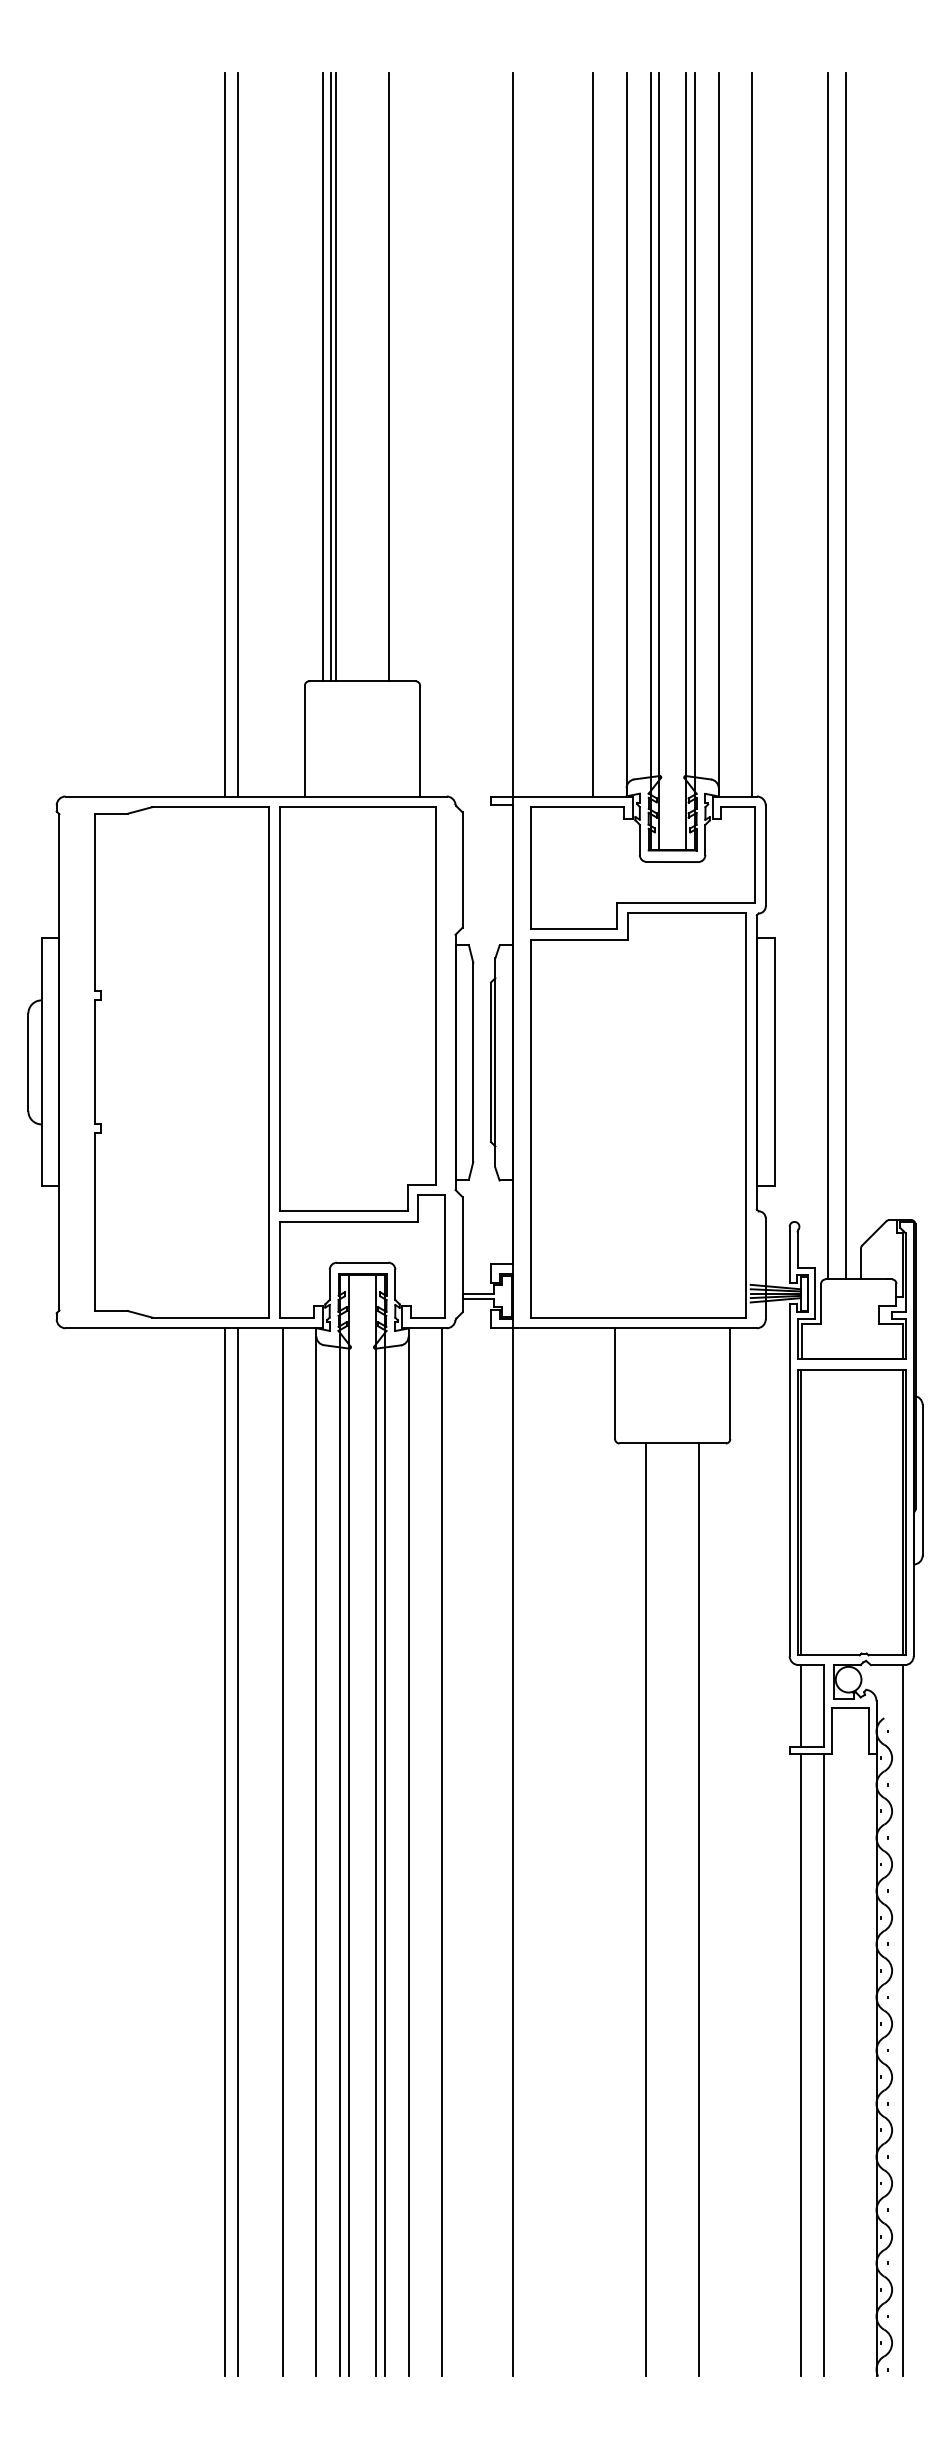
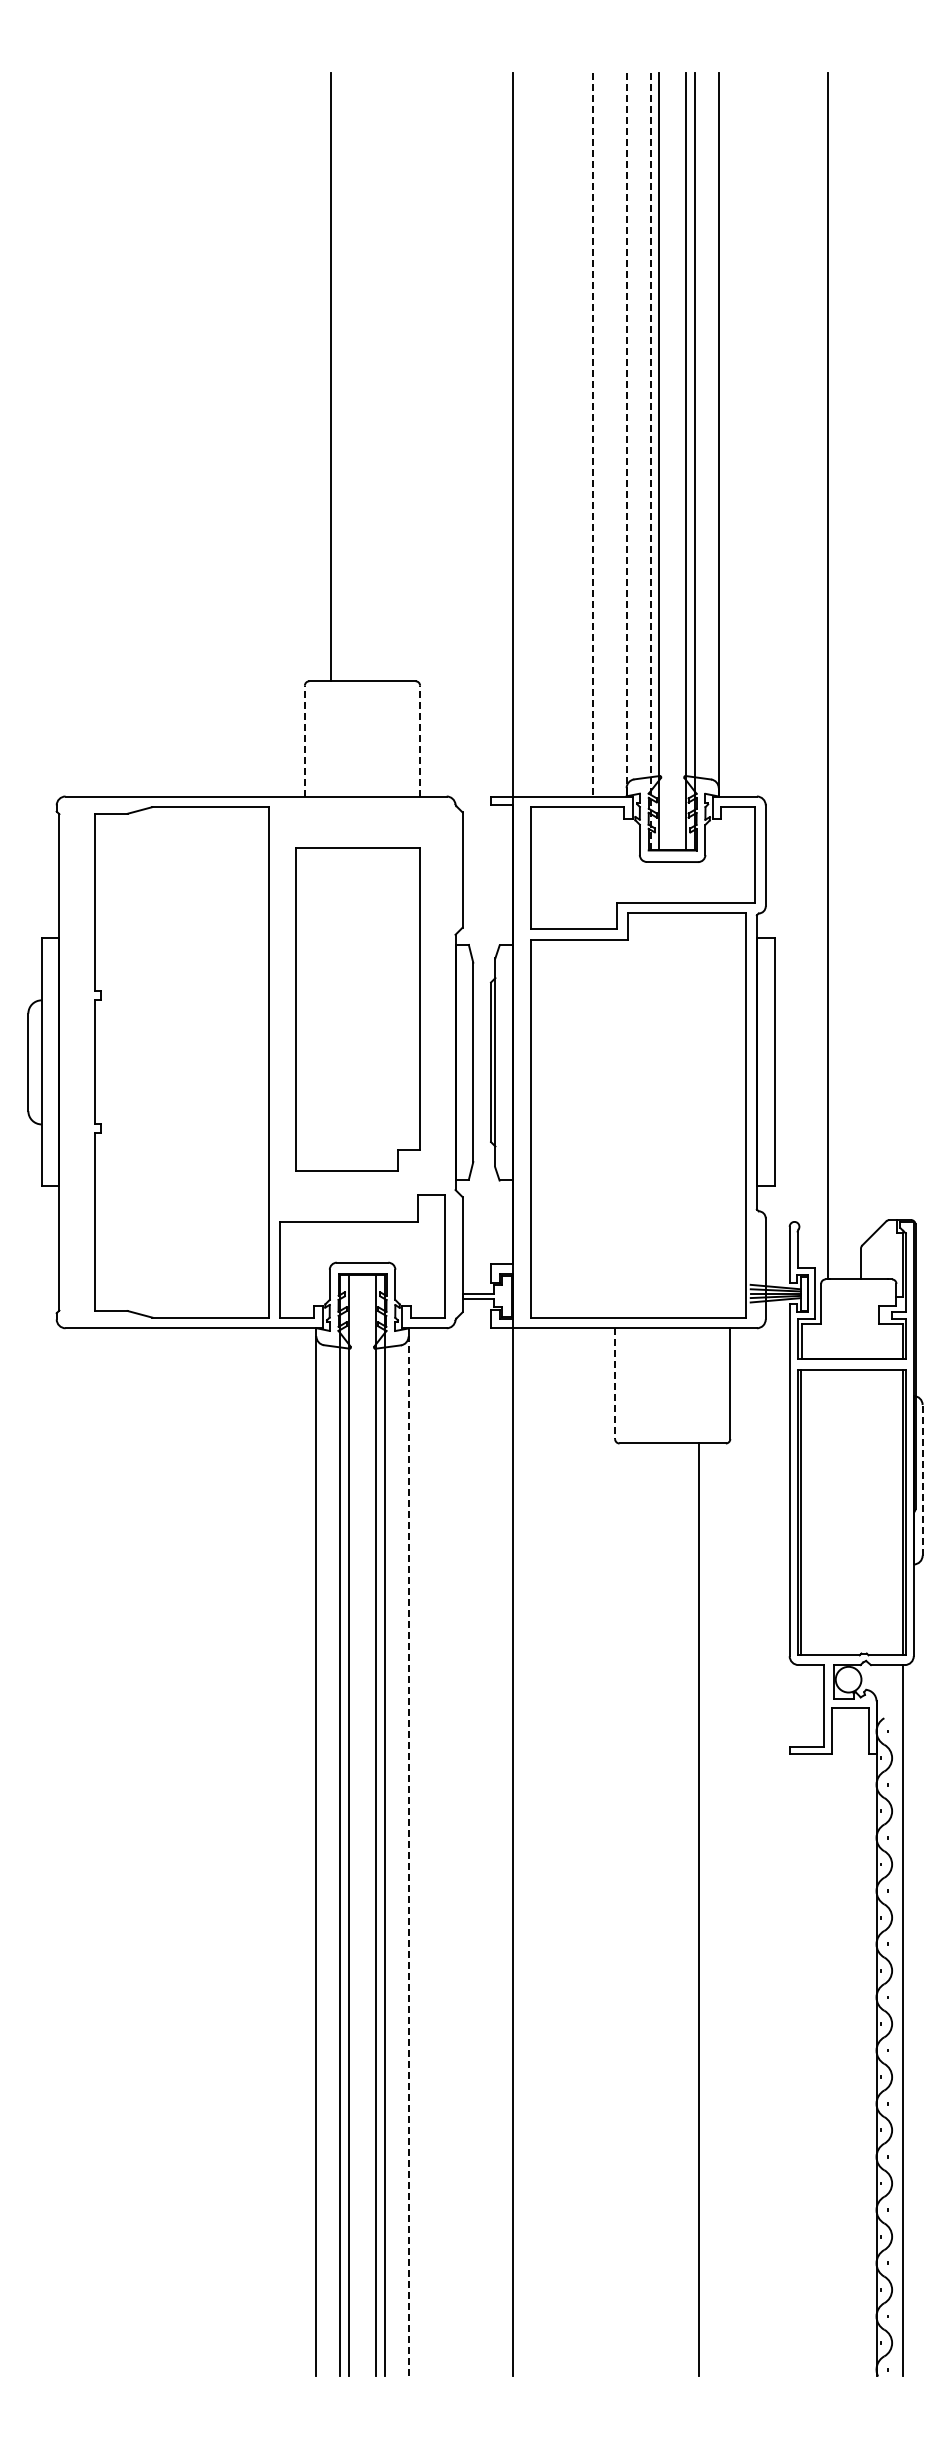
line at (322, 377): present -> none
line at (335, 377): present -> none
line at (389, 377): present -> none
line at (225, 434): present -> none
line at (238, 434): present -> none
line at (592, 434): solid -> dashed
line at (626, 434): solid -> dashed
line at (752, 434): present -> none
line at (650, 462): solid -> dashed
line at (845, 676): present -> none
line at (304, 740): solid -> dashed
line at (420, 740): solid -> dashed
part at (357, 1008) size: 158x406 px -> 126x325 px
line at (615, 1384): solid -> dashed
line at (922, 1479): solid -> dashed
line at (801, 1705): present -> none
line at (225, 1852): present -> none
line at (238, 1852): present -> none
line at (282, 1852): present -> none
line at (442, 1852): present -> none
line at (408, 1855): solid -> dashed
line at (646, 1909): present -> none
line at (801, 2064): present -> none
line at (824, 2064): present -> none
